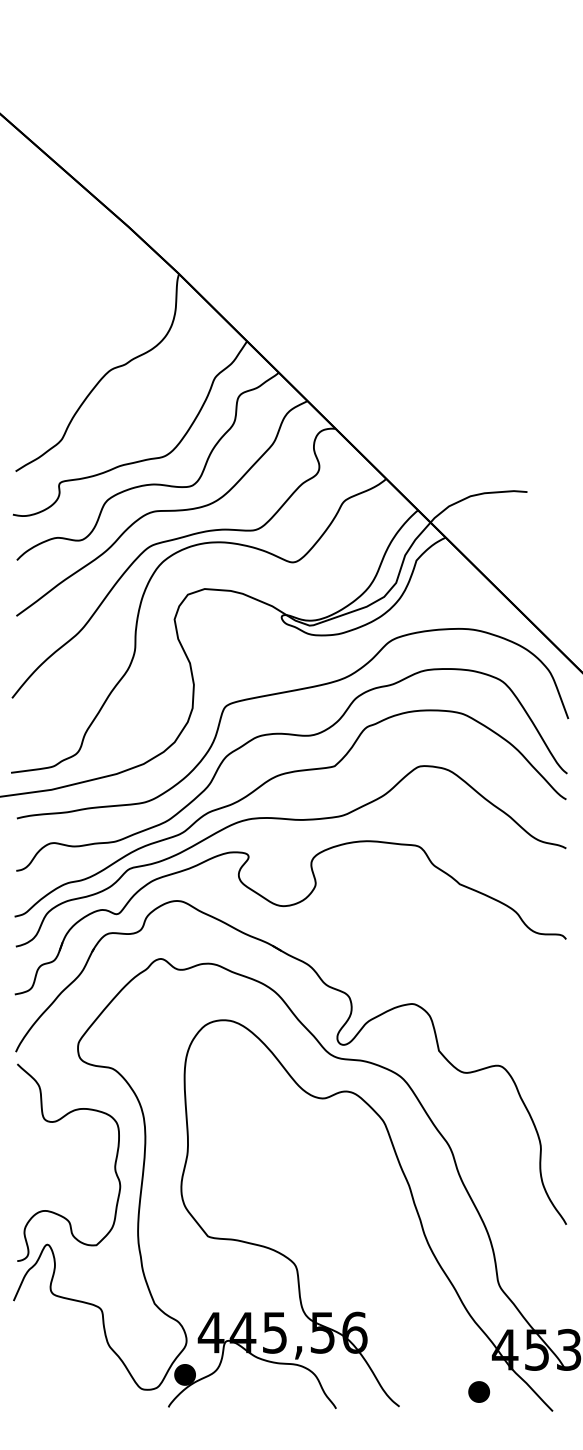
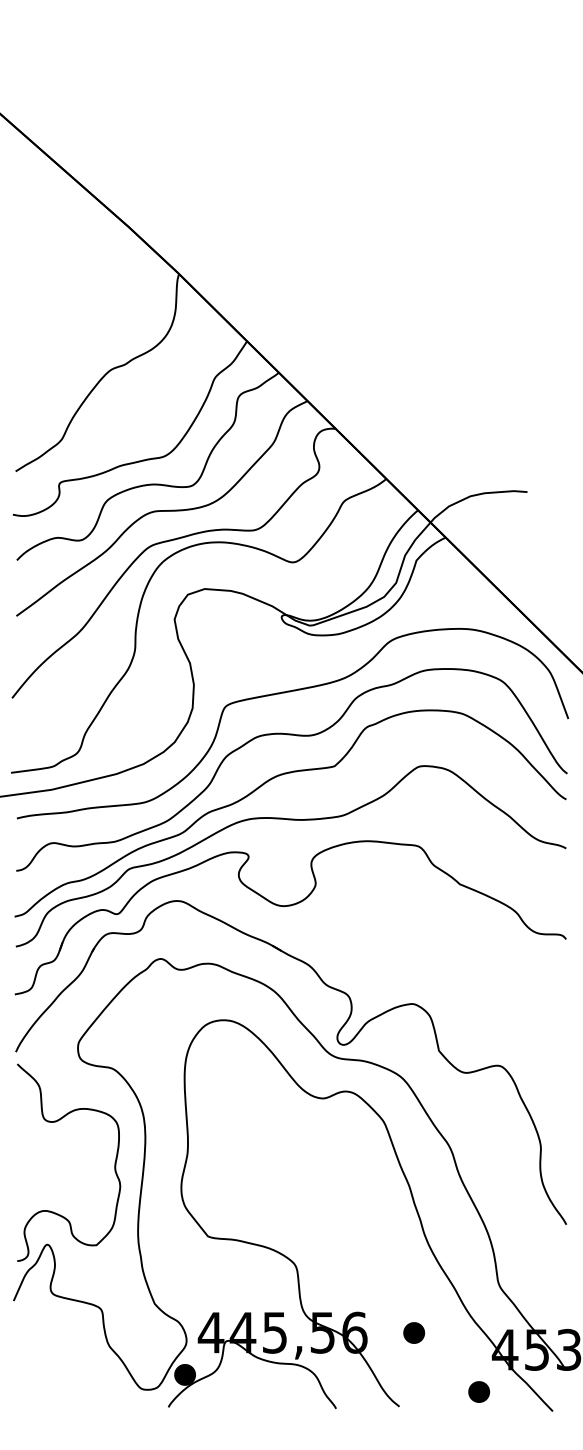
part at (414, 1332): none -> present
